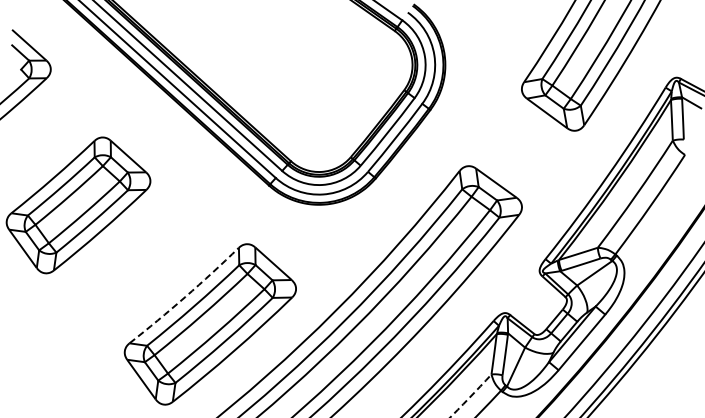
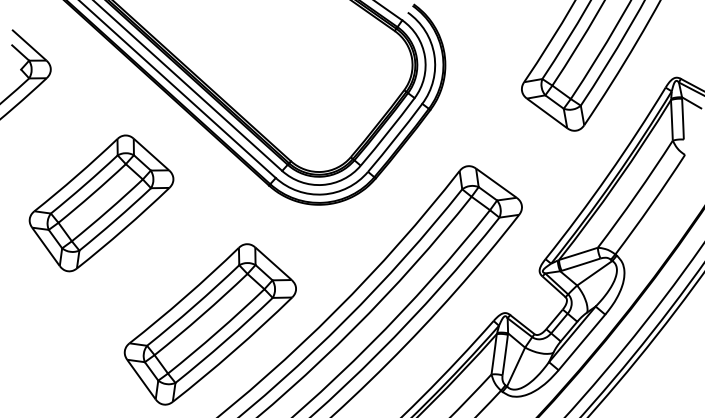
part at (78, 205) position: (78, 205) -> (101, 203)
arc at (185, 296): dashed -> solid
arc at (471, 396): dashed -> solid
